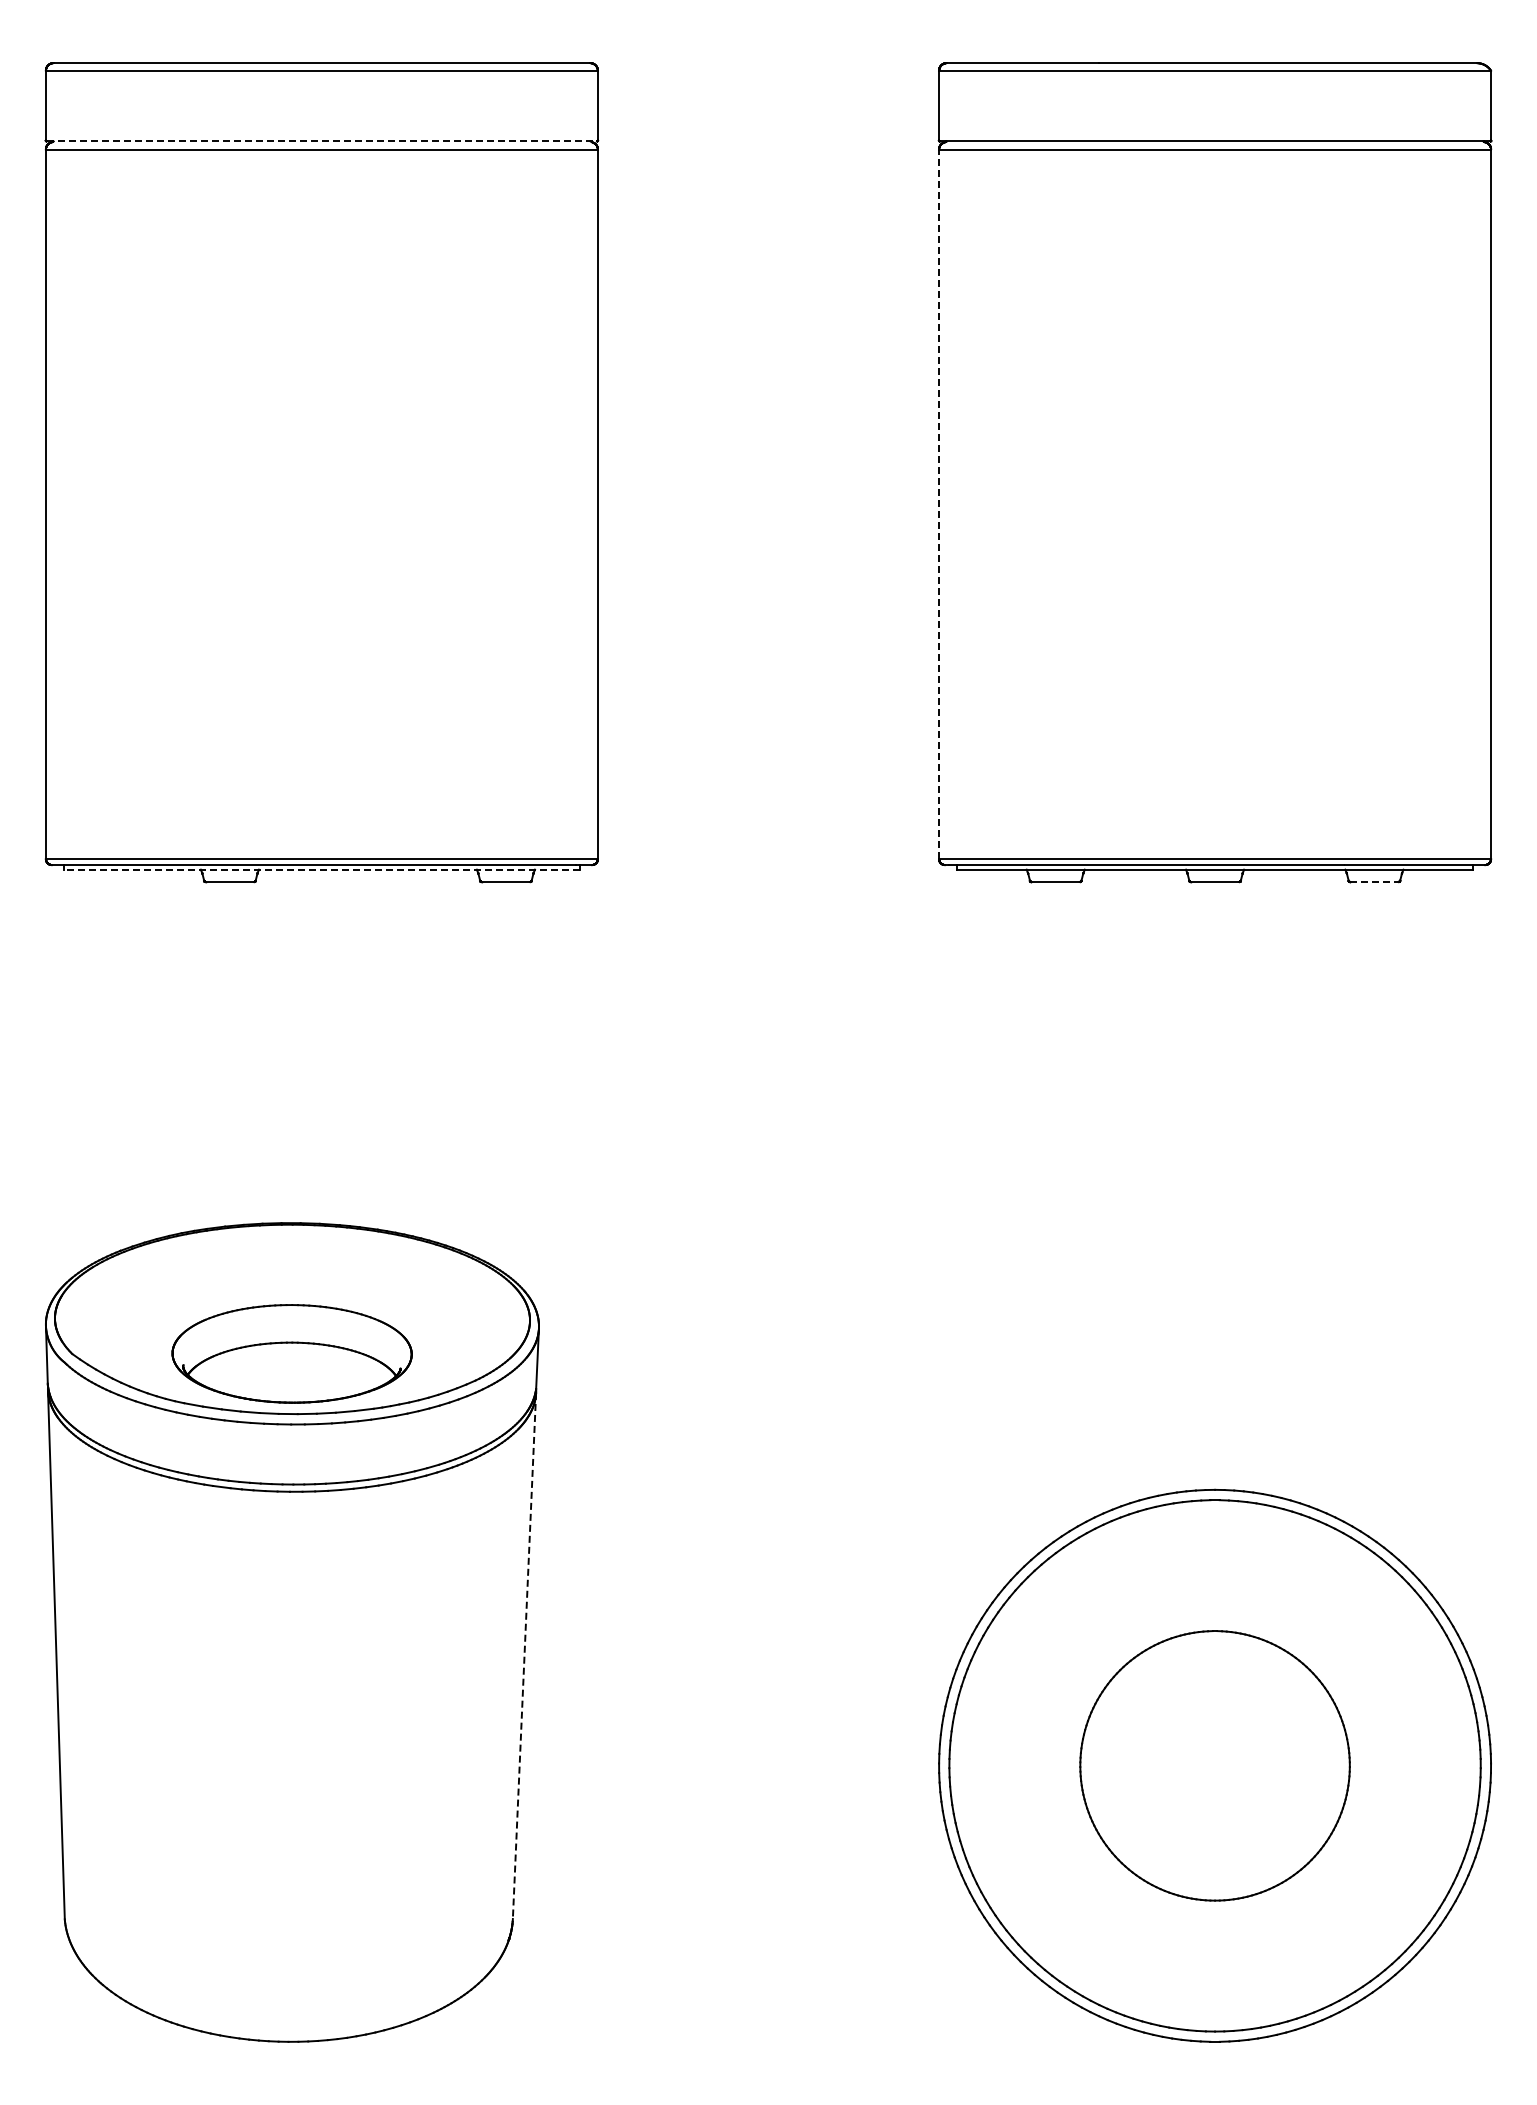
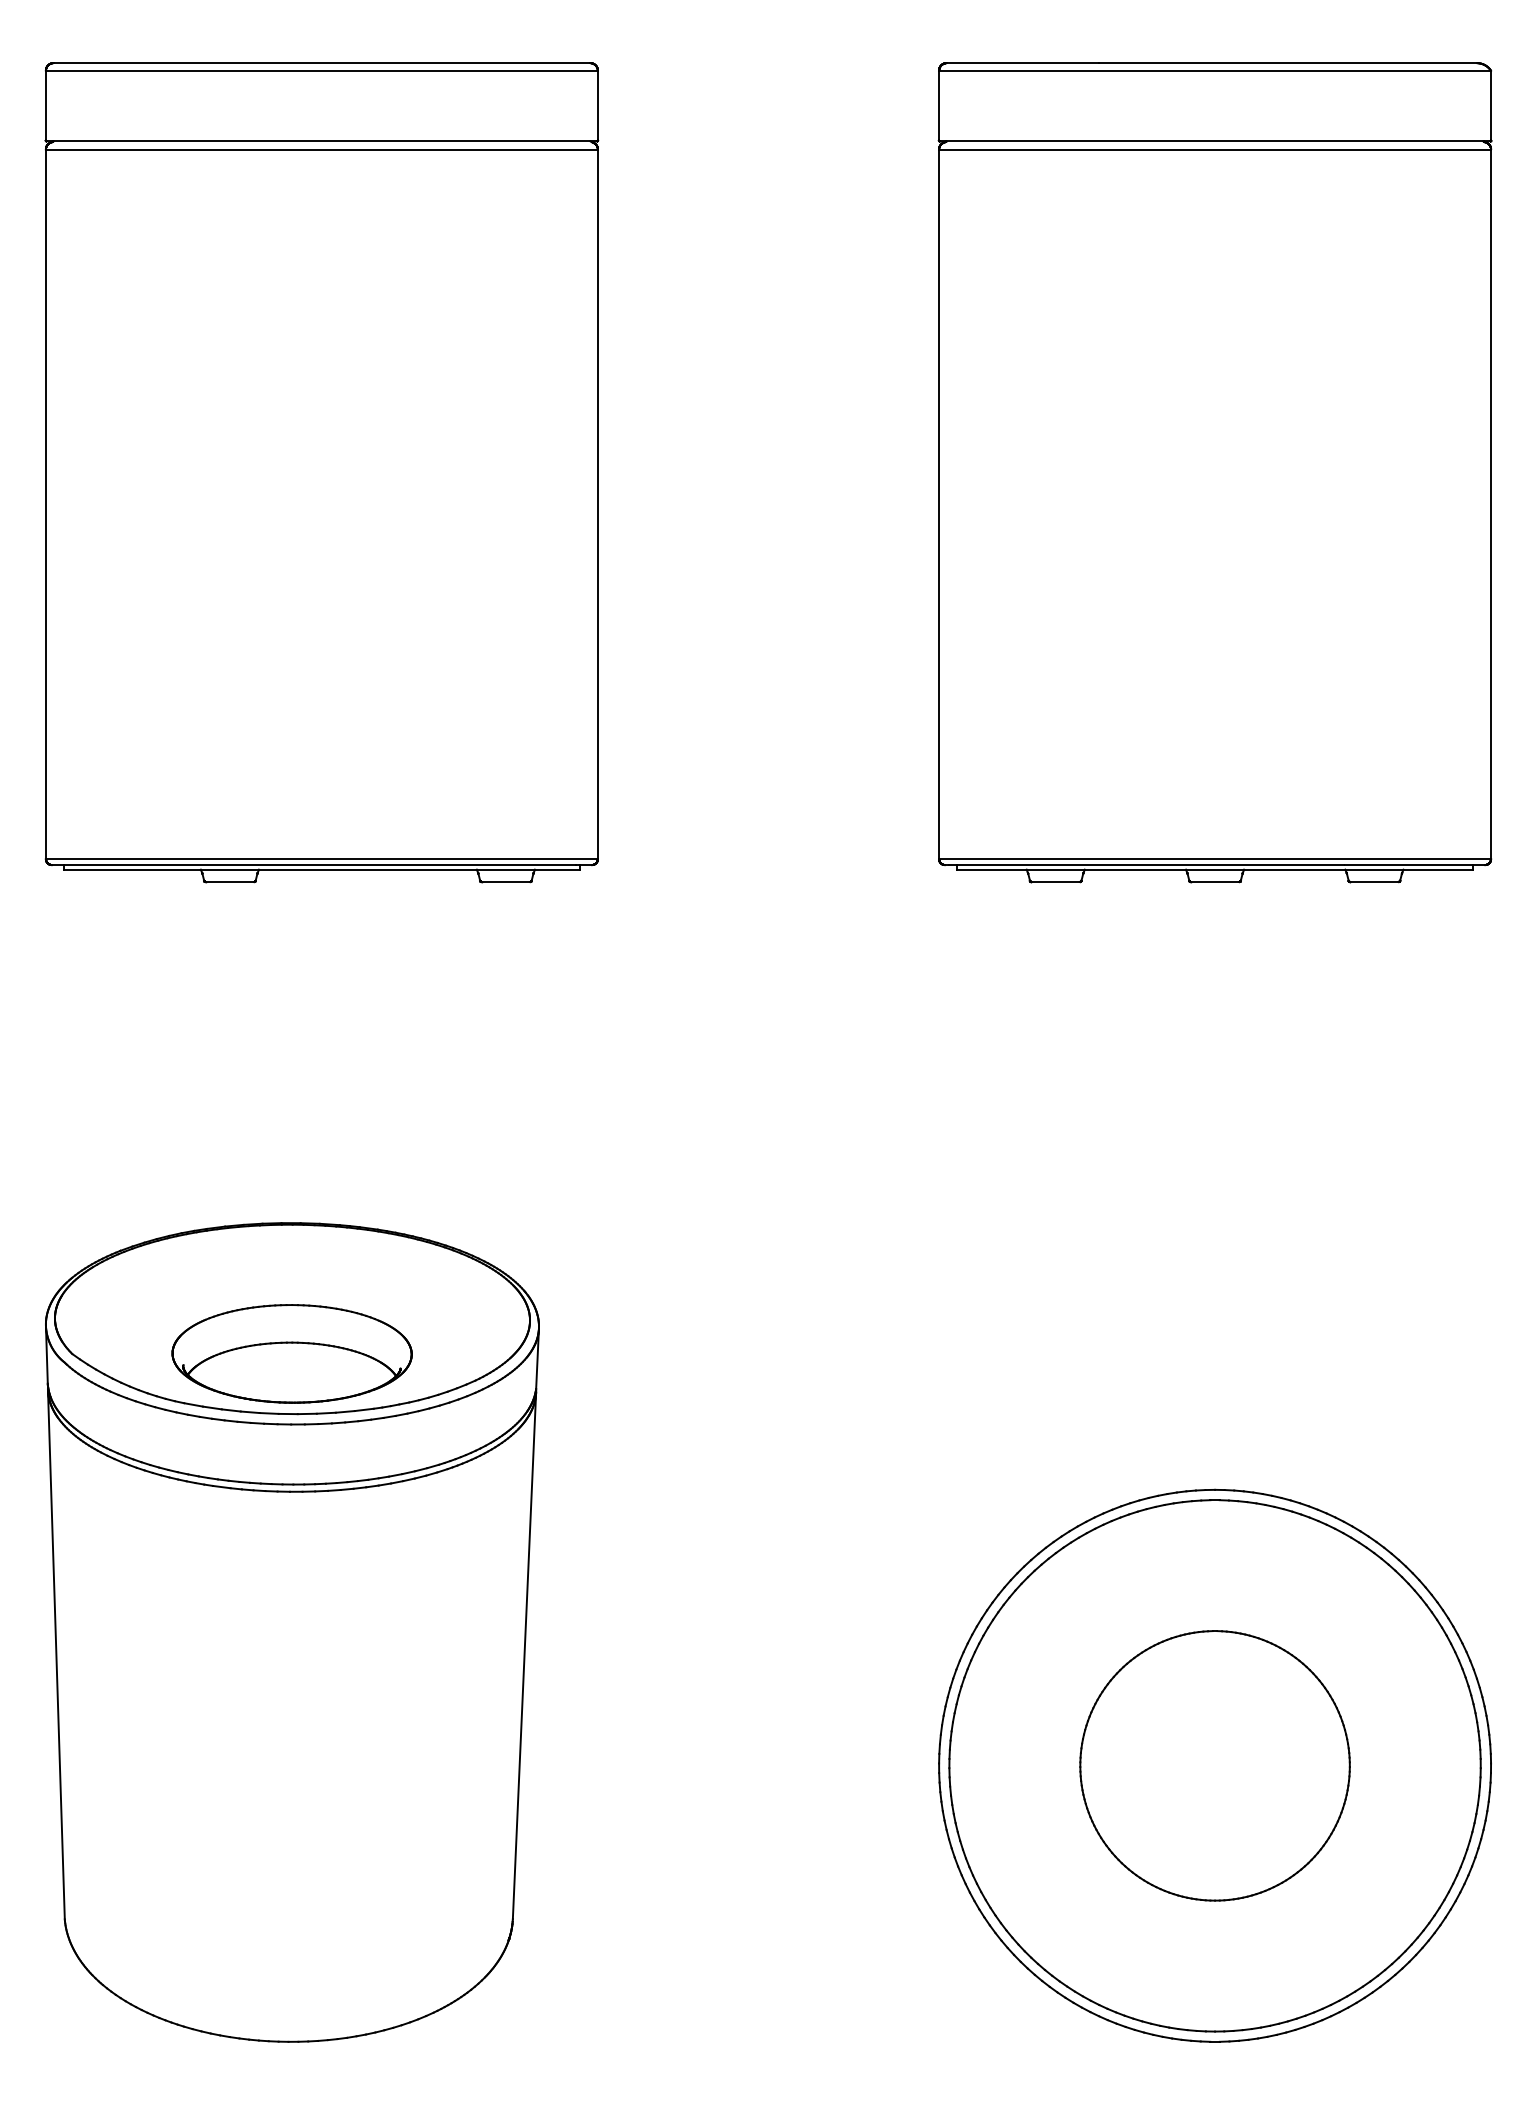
line at (322, 141): dashed -> solid
line at (939, 504): dashed -> solid
line at (321, 869): dashed -> solid
line at (1374, 881): dashed -> solid
line at (524, 1656): dashed -> solid
